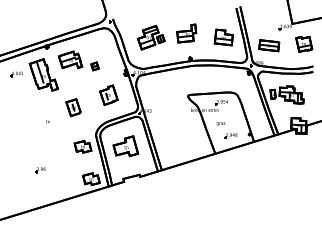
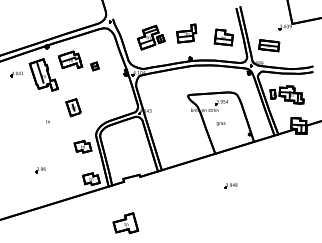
part at (304, 44): present -> none
part at (108, 94): present -> none
part at (230, 135) position: (230, 135) -> (230, 185)
part at (125, 146) position: (125, 146) -> (125, 223)
